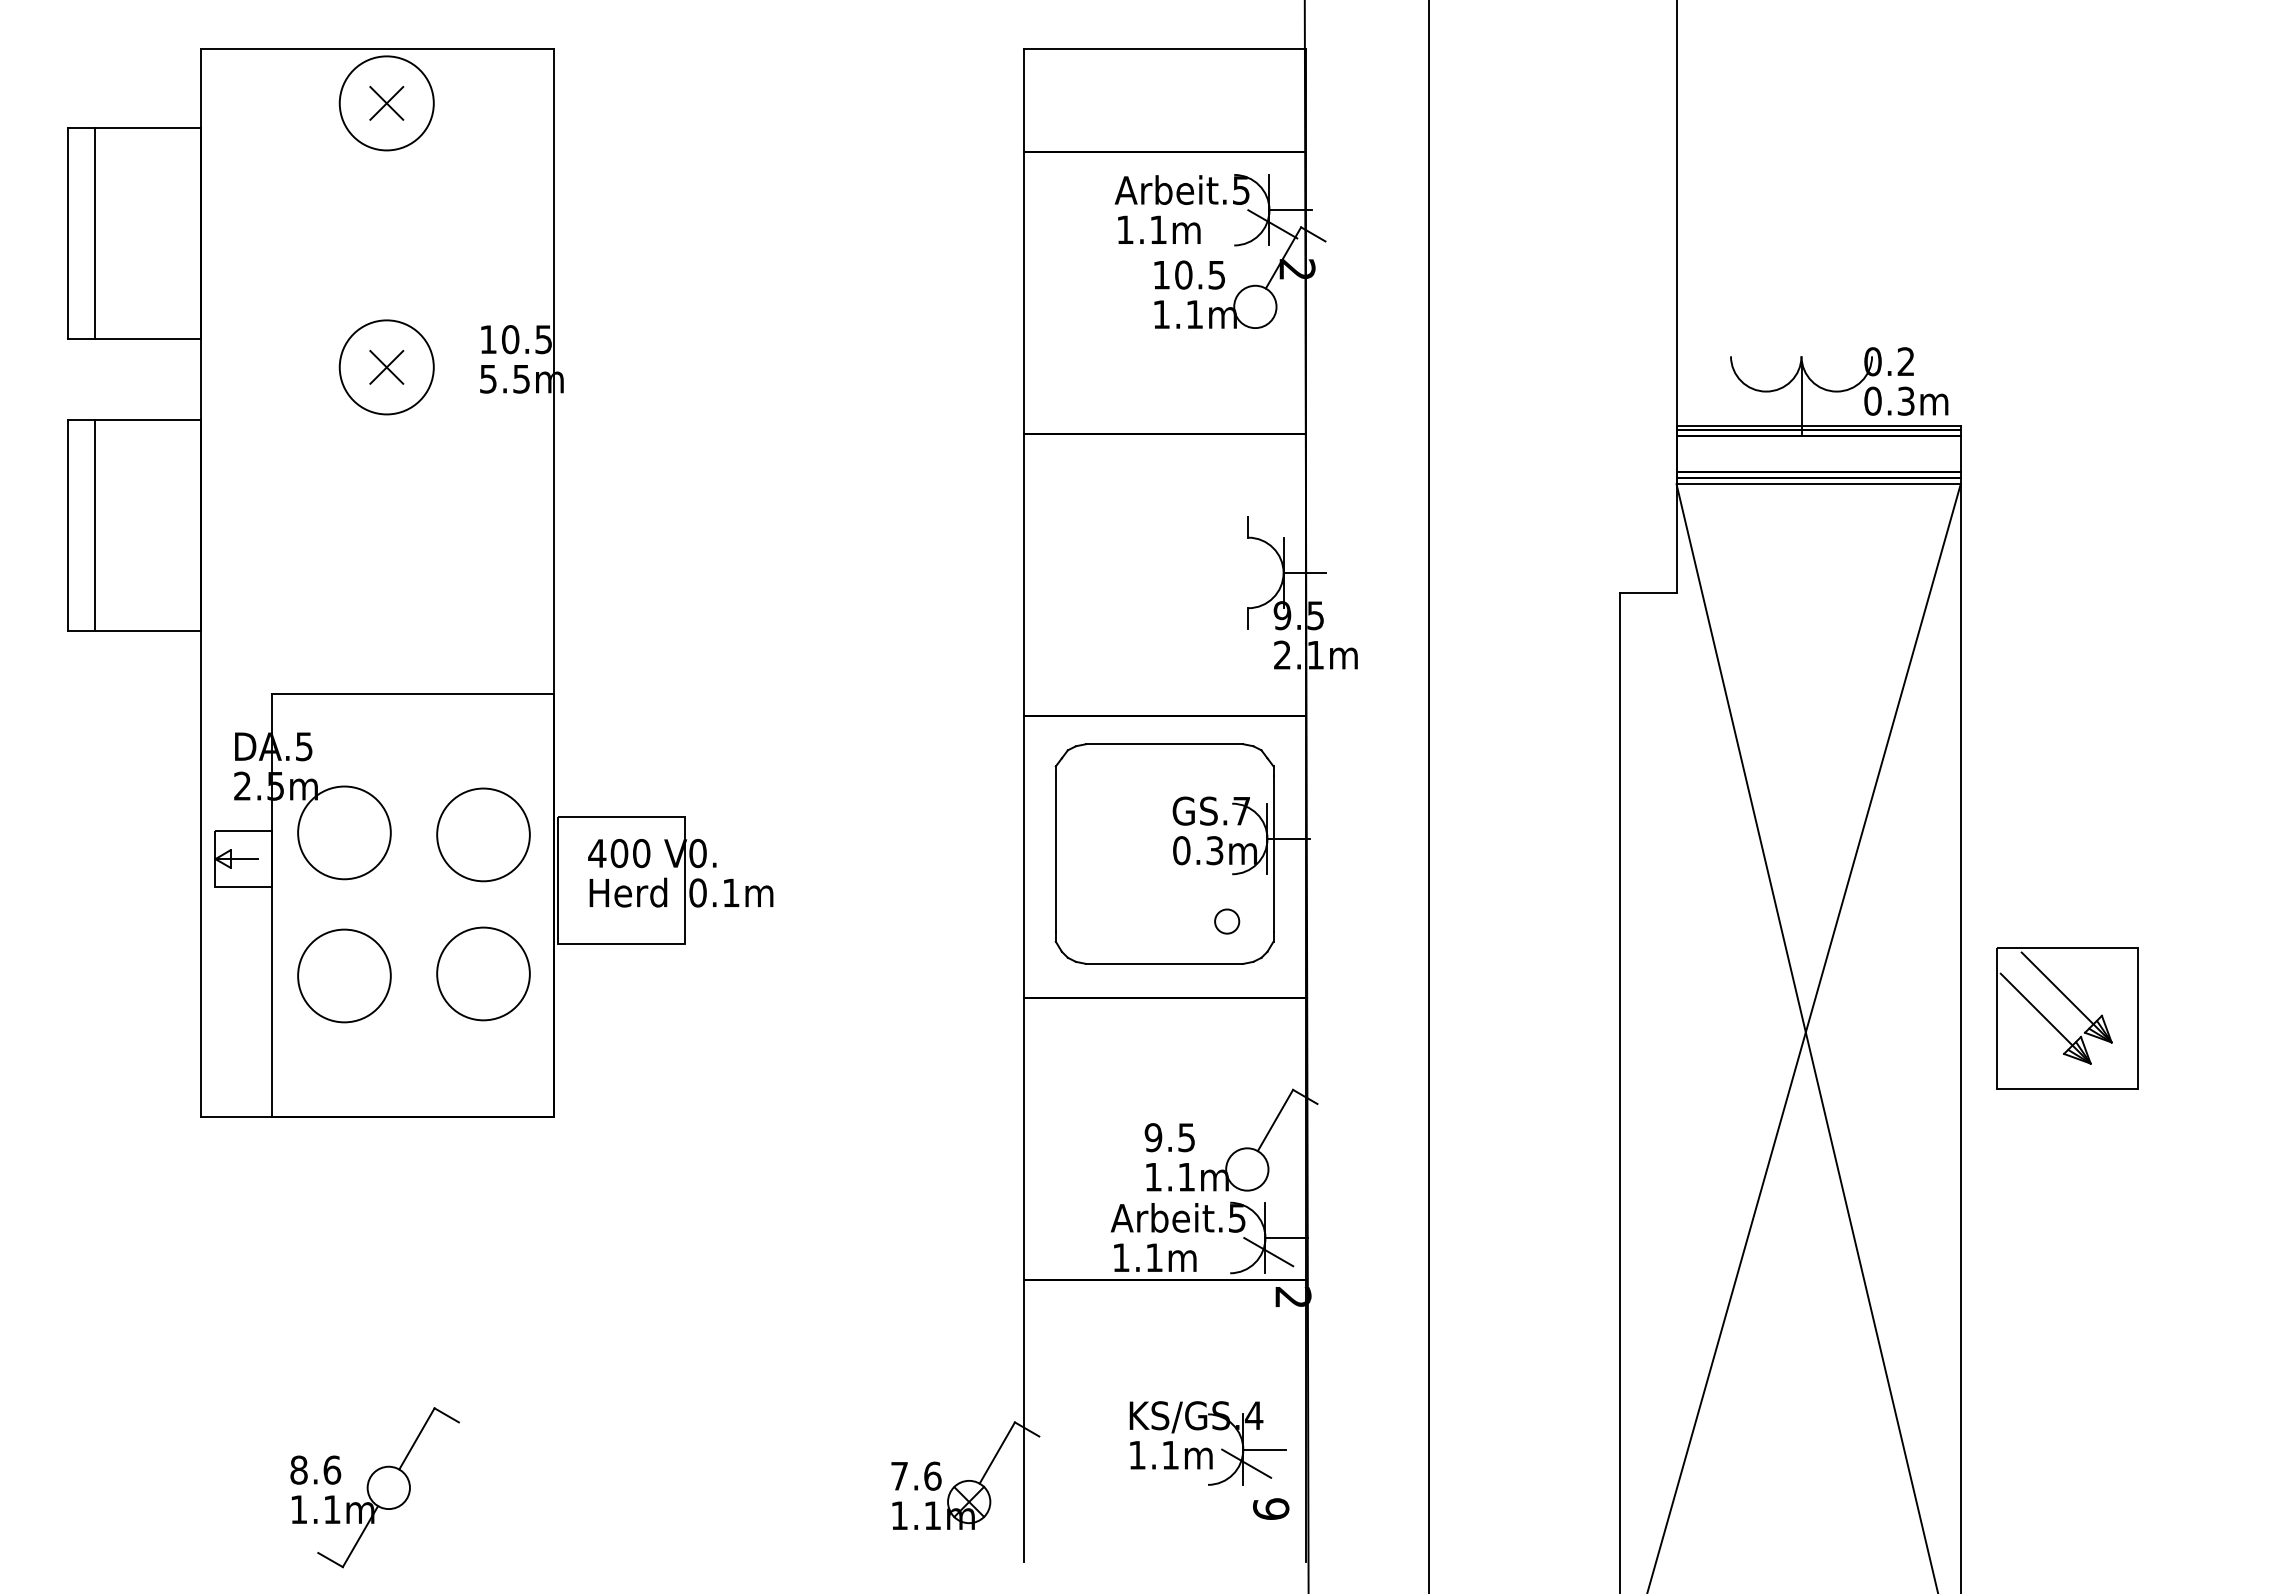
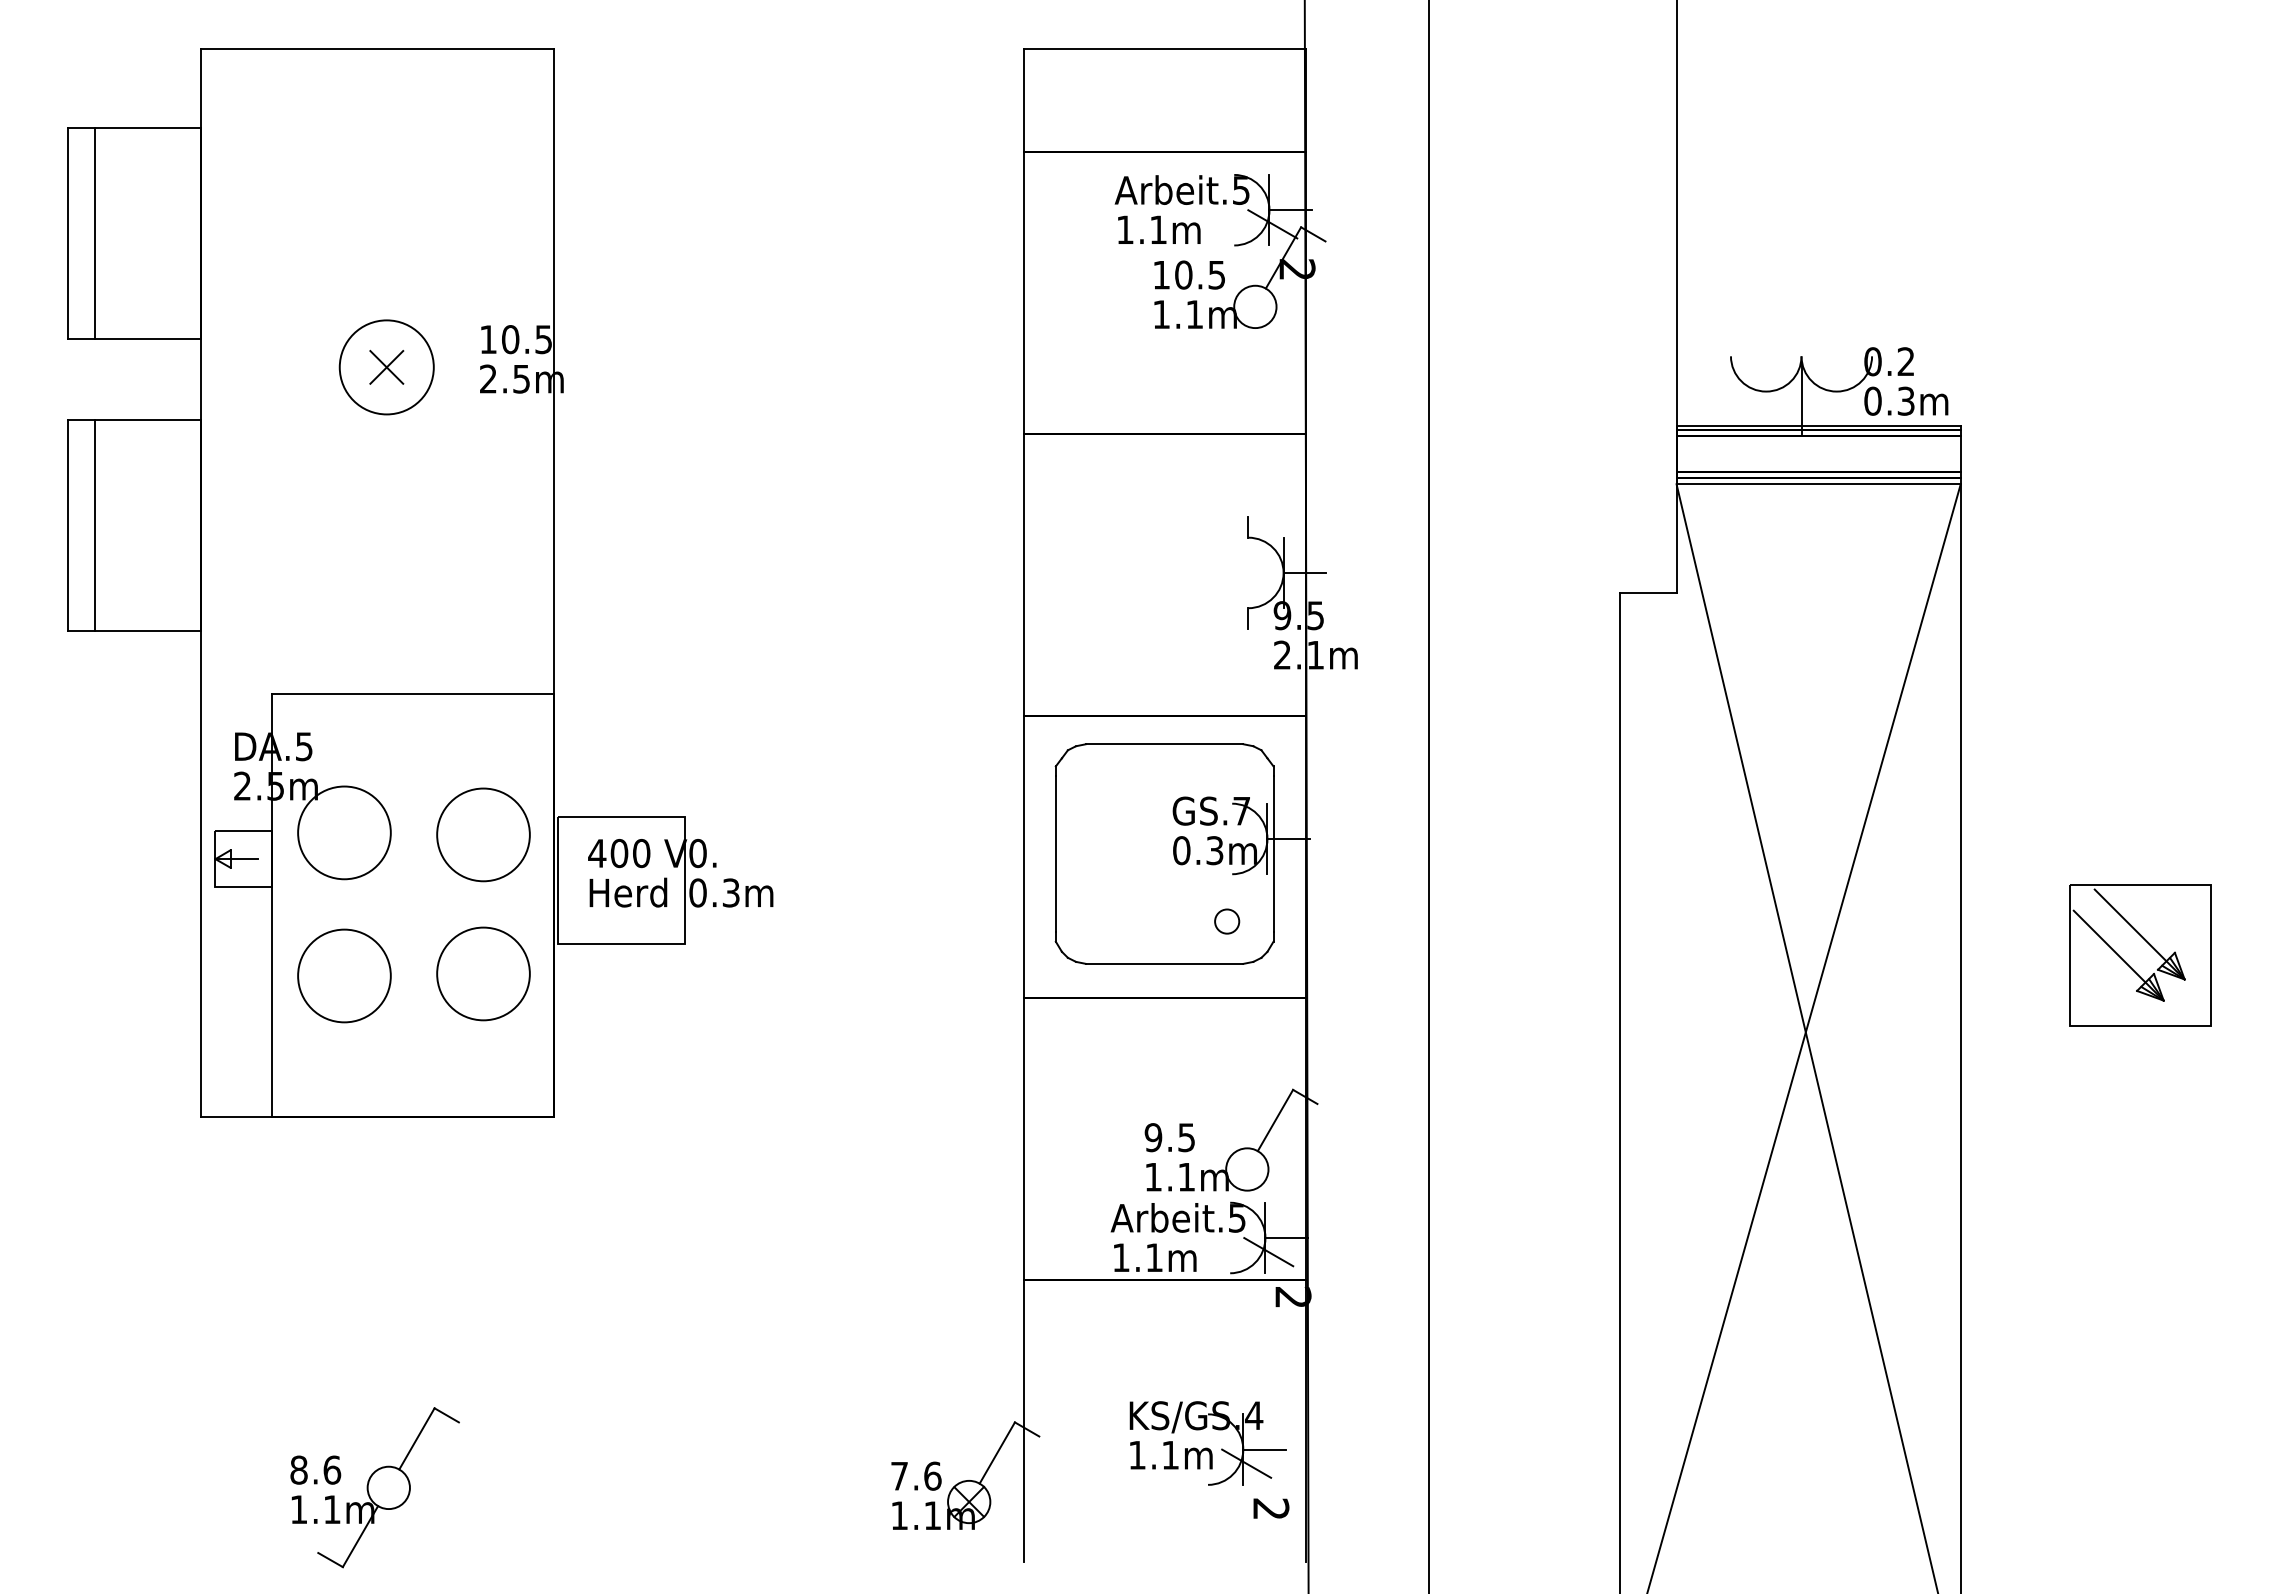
part at (386, 103): present -> none
text at (488, 378): 5.5m -> 2.5m
text at (730, 892): 0.1m -> 0.3m
part at (2067, 1018) position: (2067, 1018) -> (2140, 955)
text at (1271, 1508): 9 -> 2
